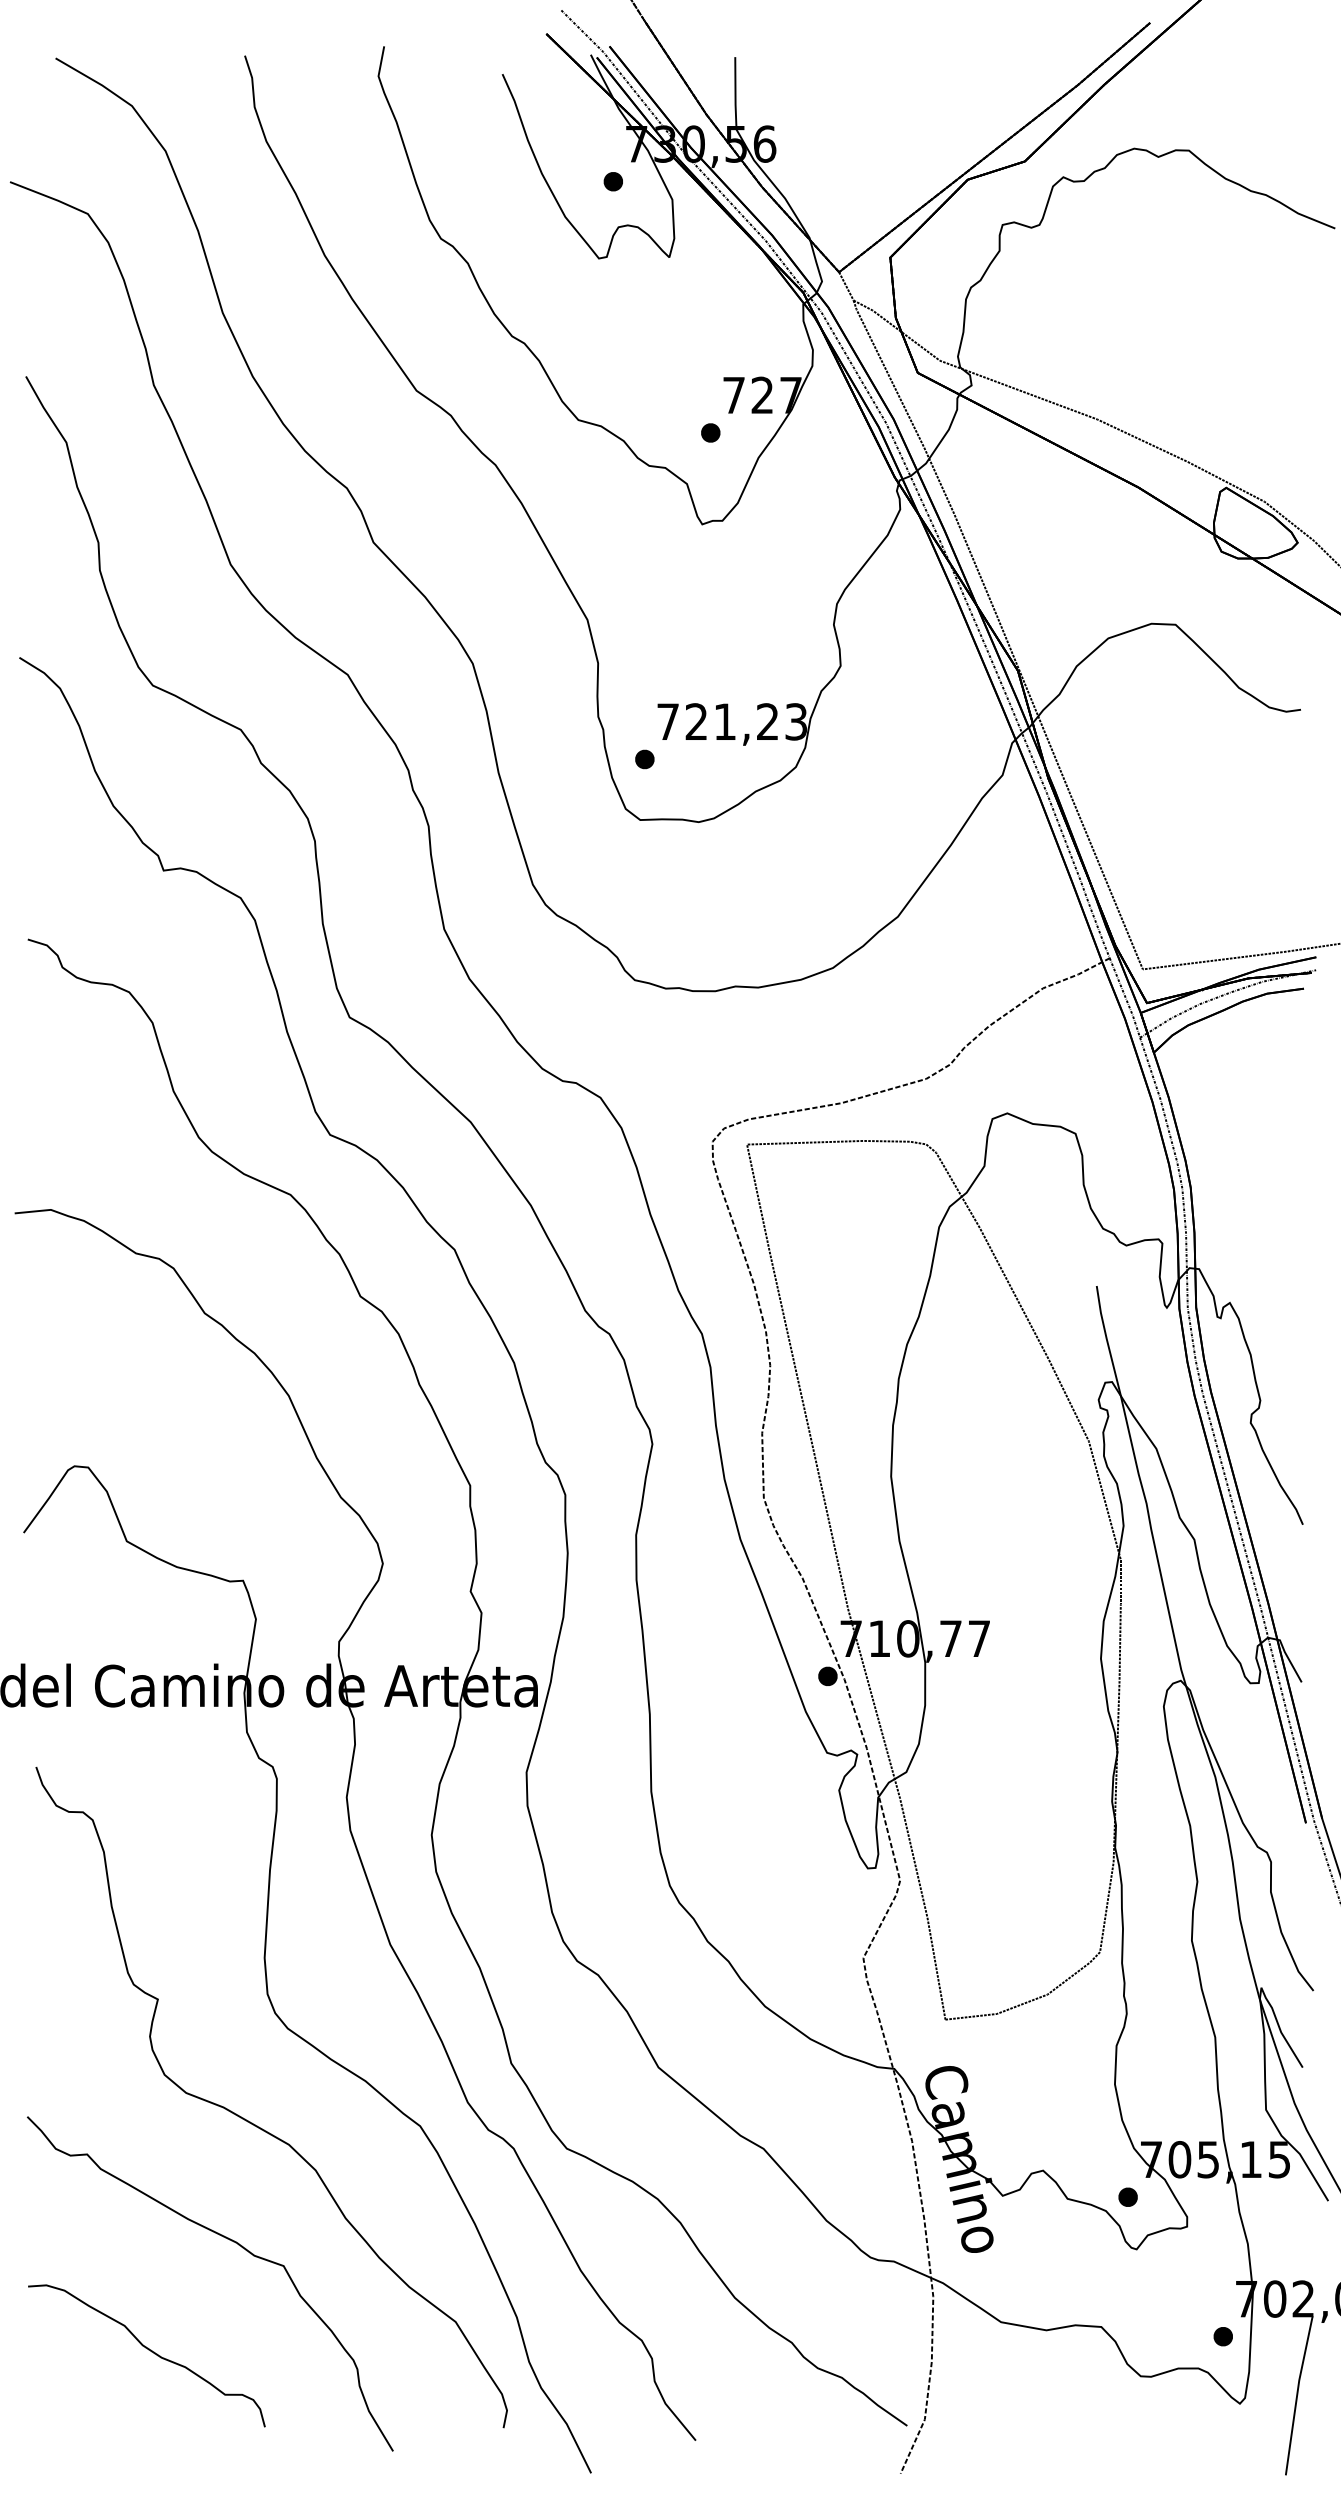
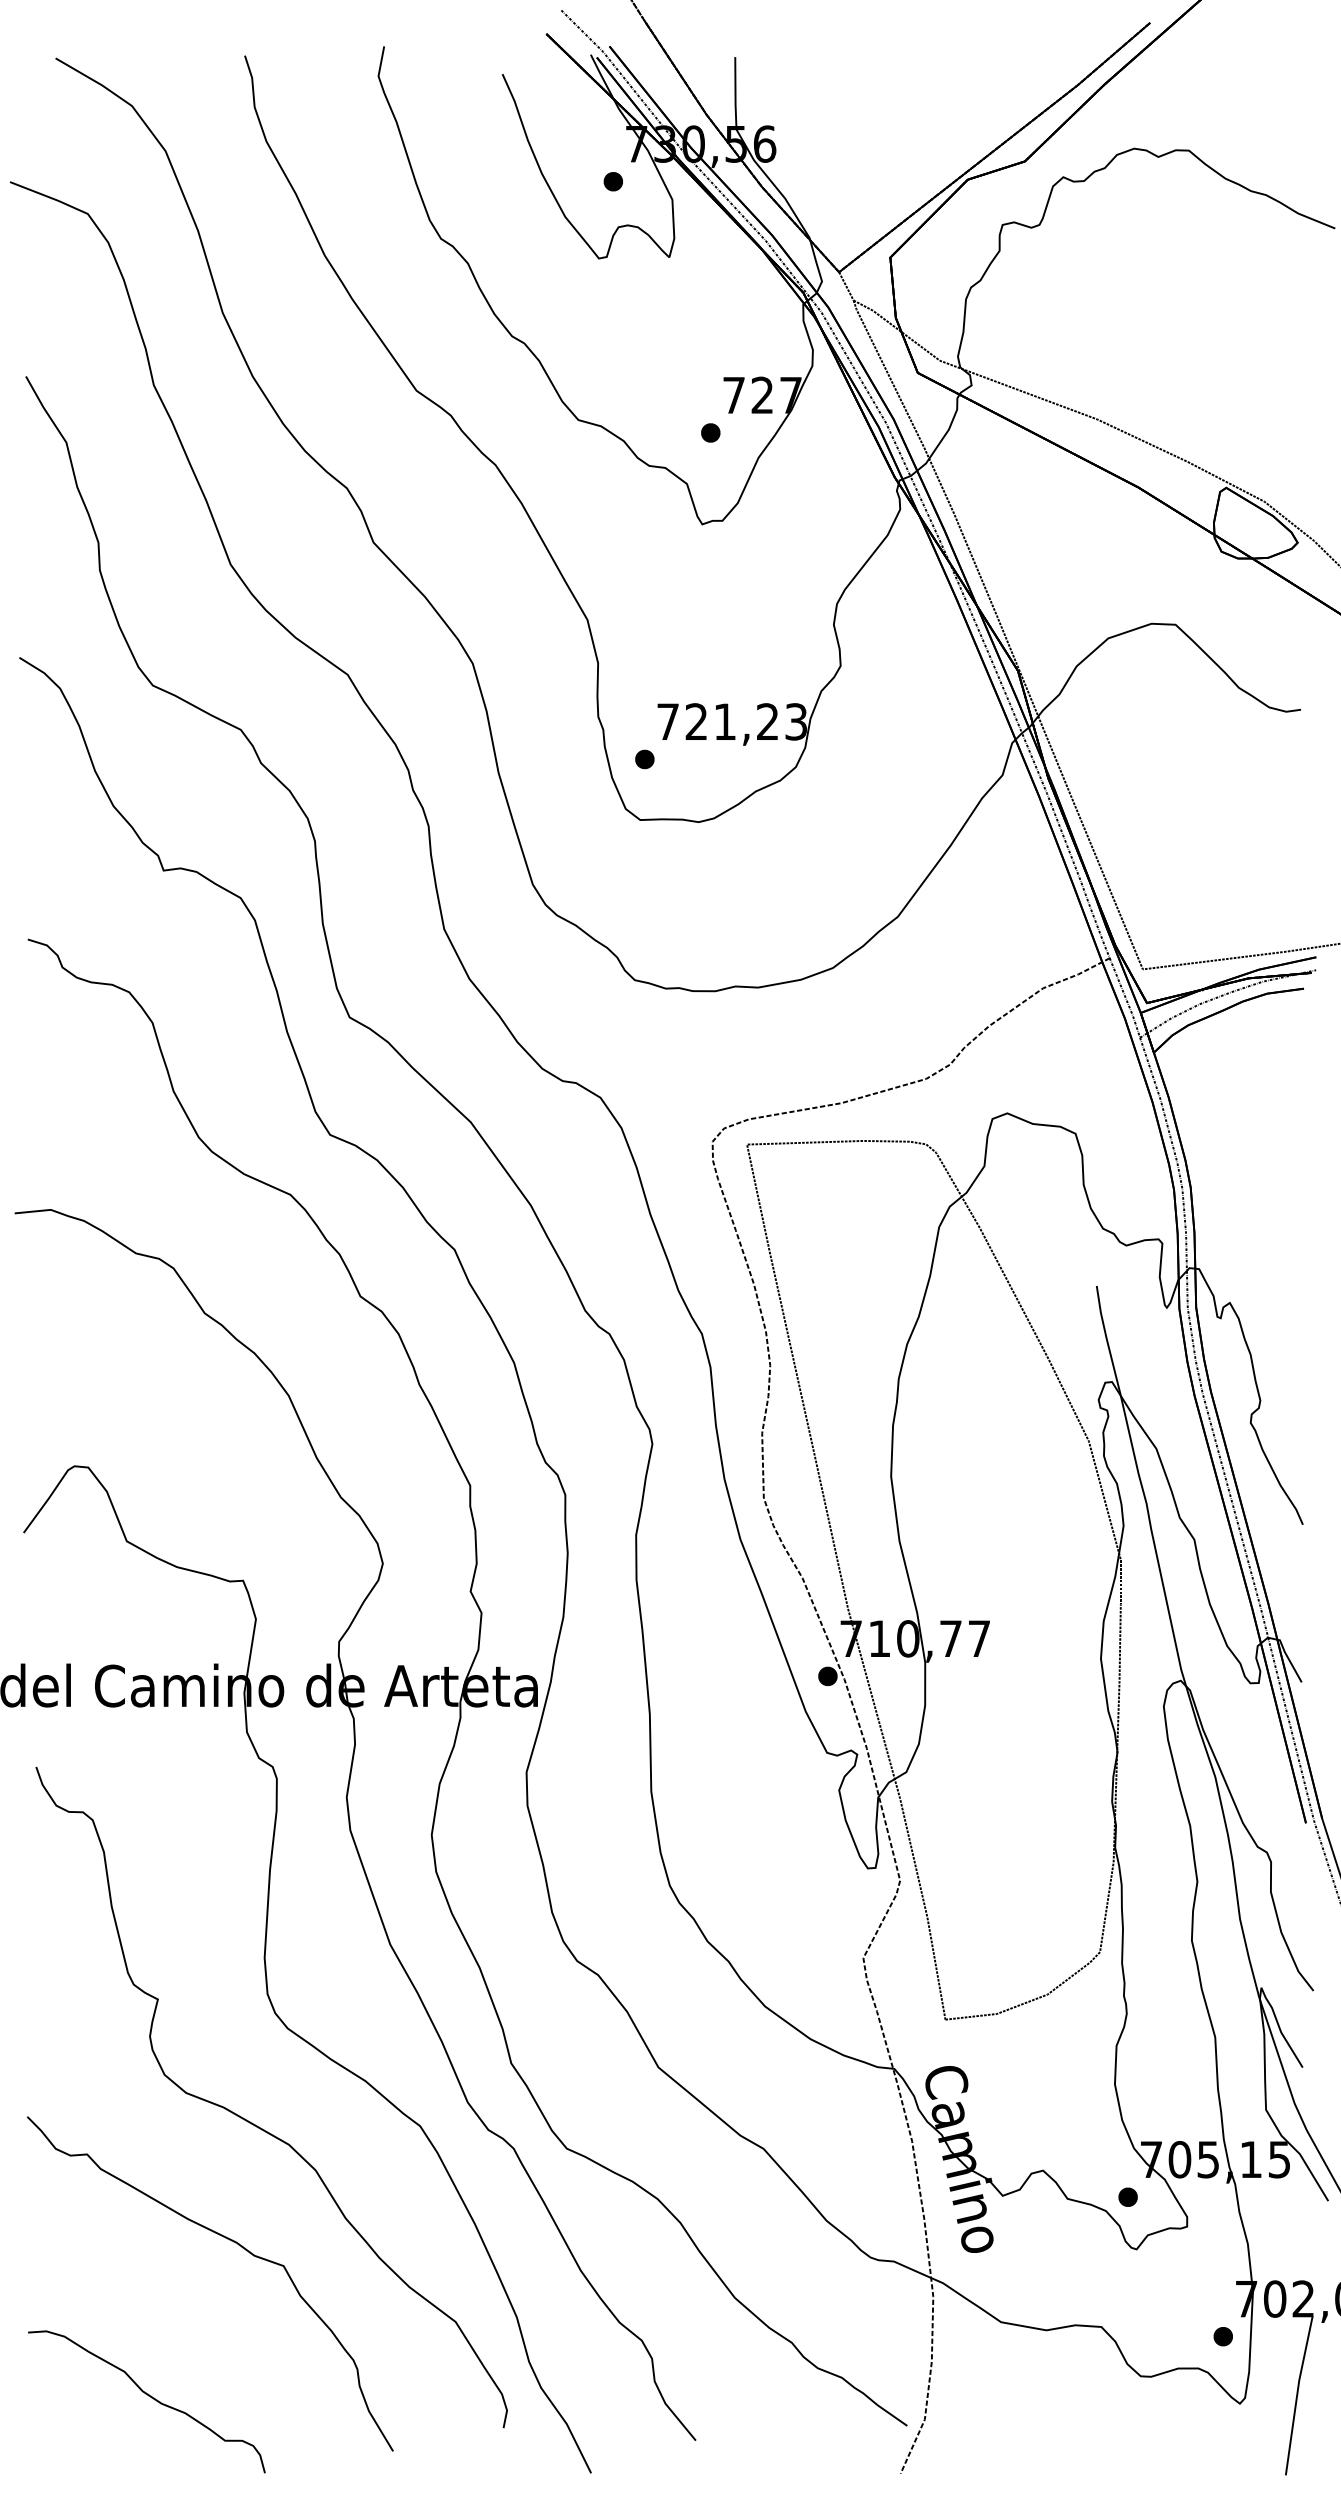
part at (146, 2355) position: (146, 2355) -> (146, 2401)
